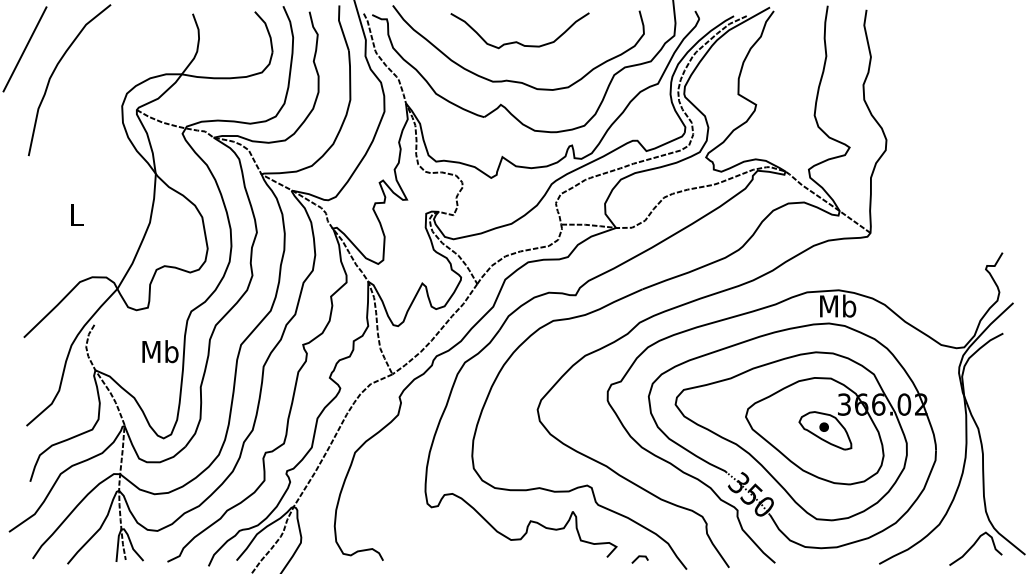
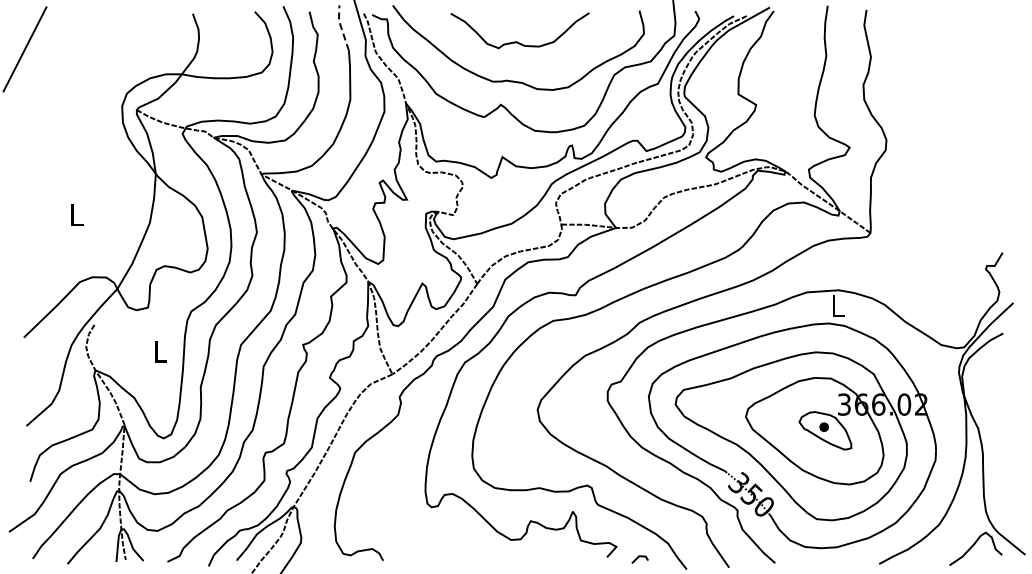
line at (341, 27): solid -> dashed
curve at (54, 72): present -> none
text at (838, 305): Mb -> L
text at (160, 351): Mb -> L
